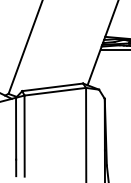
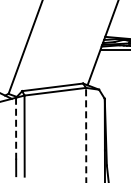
line at (16, 128): solid -> dashed
line at (86, 134): solid -> dashed
